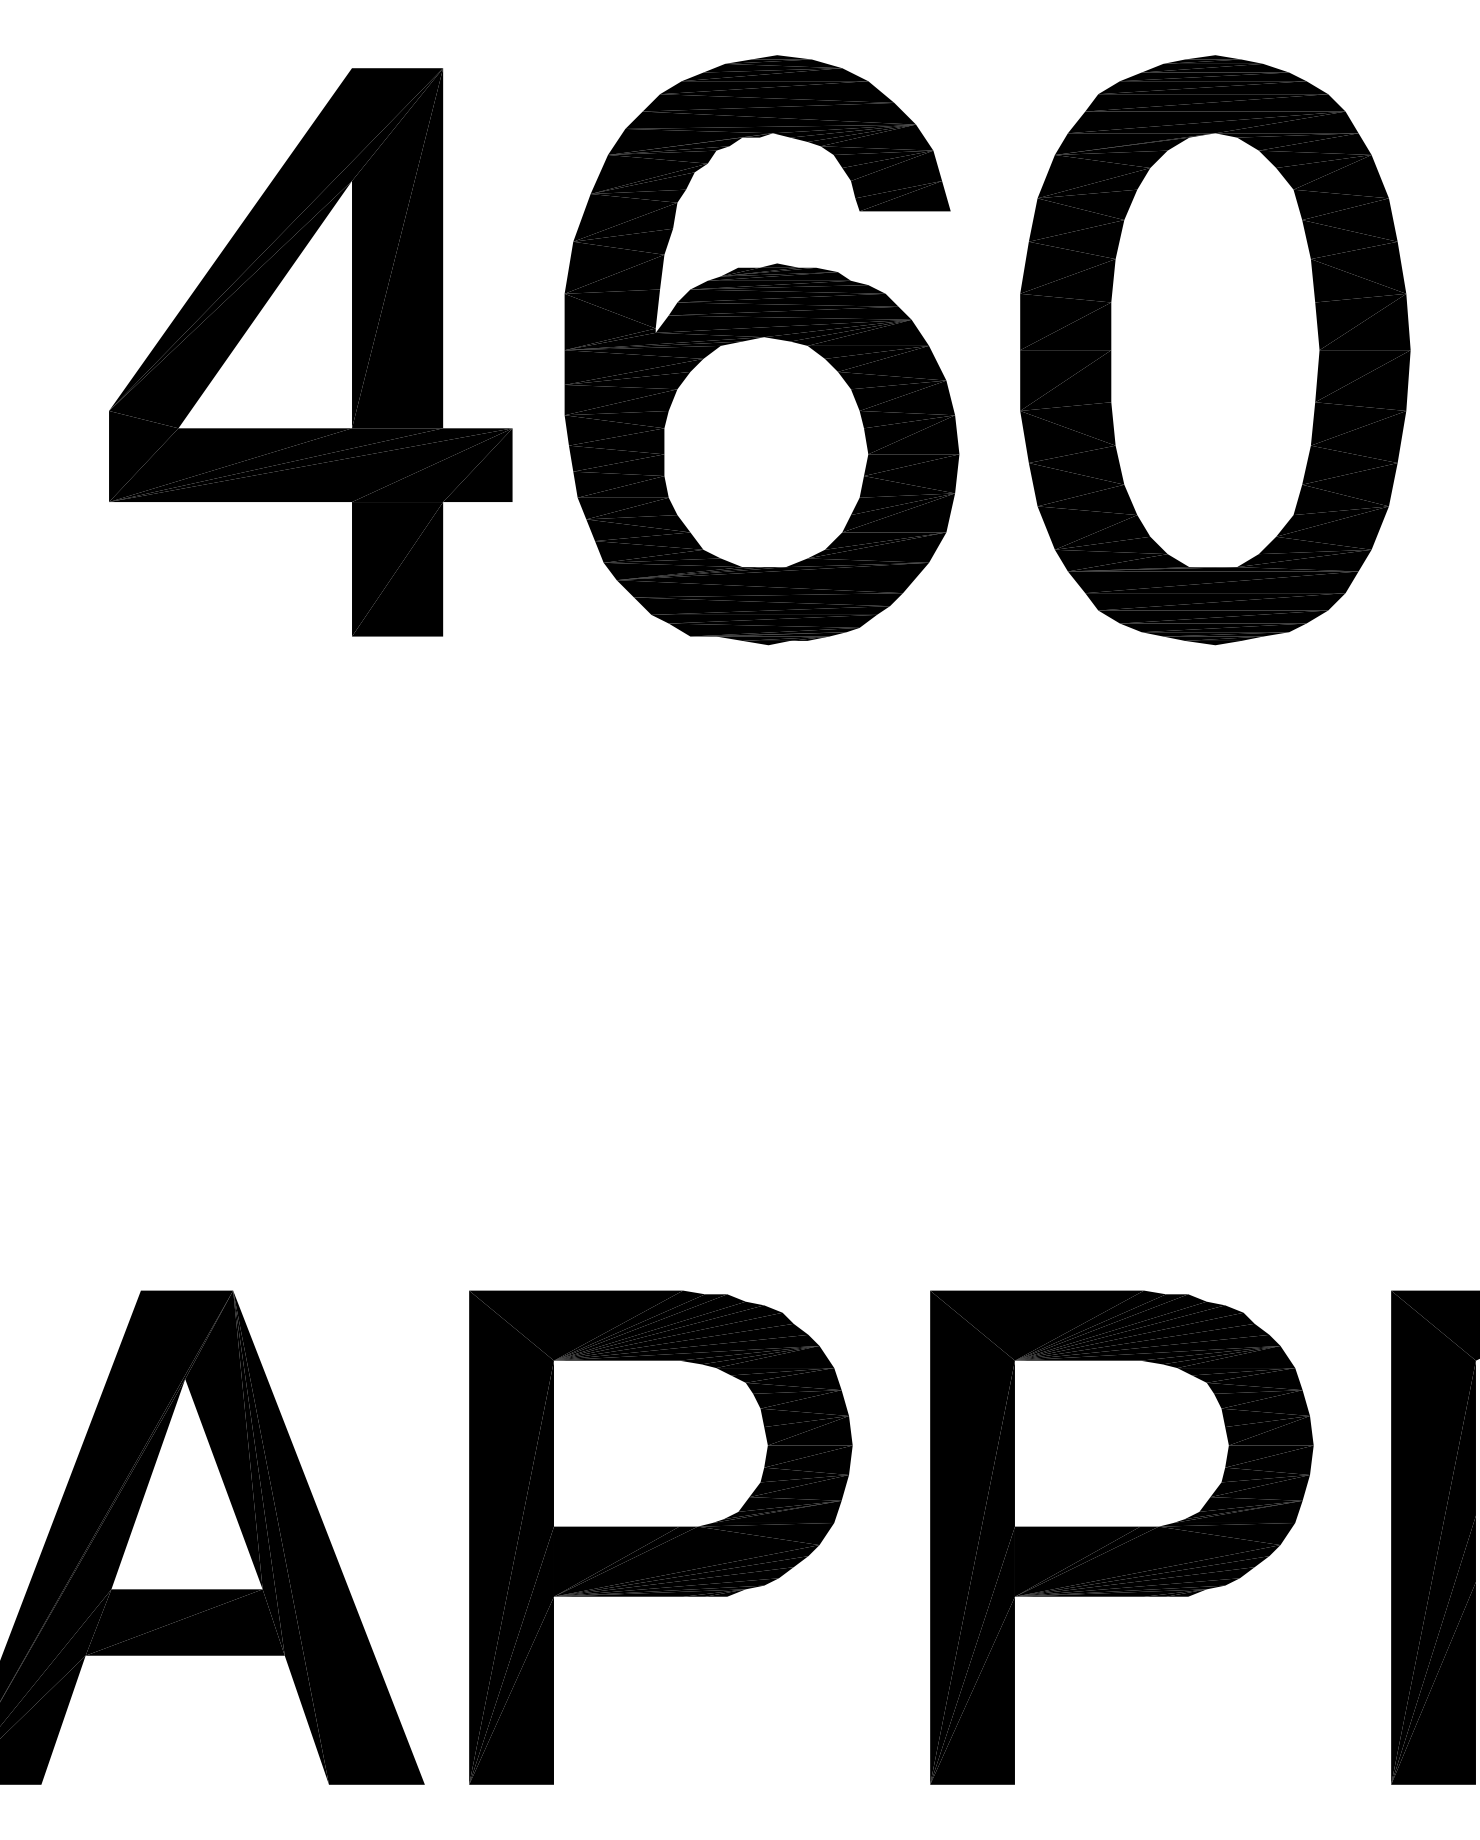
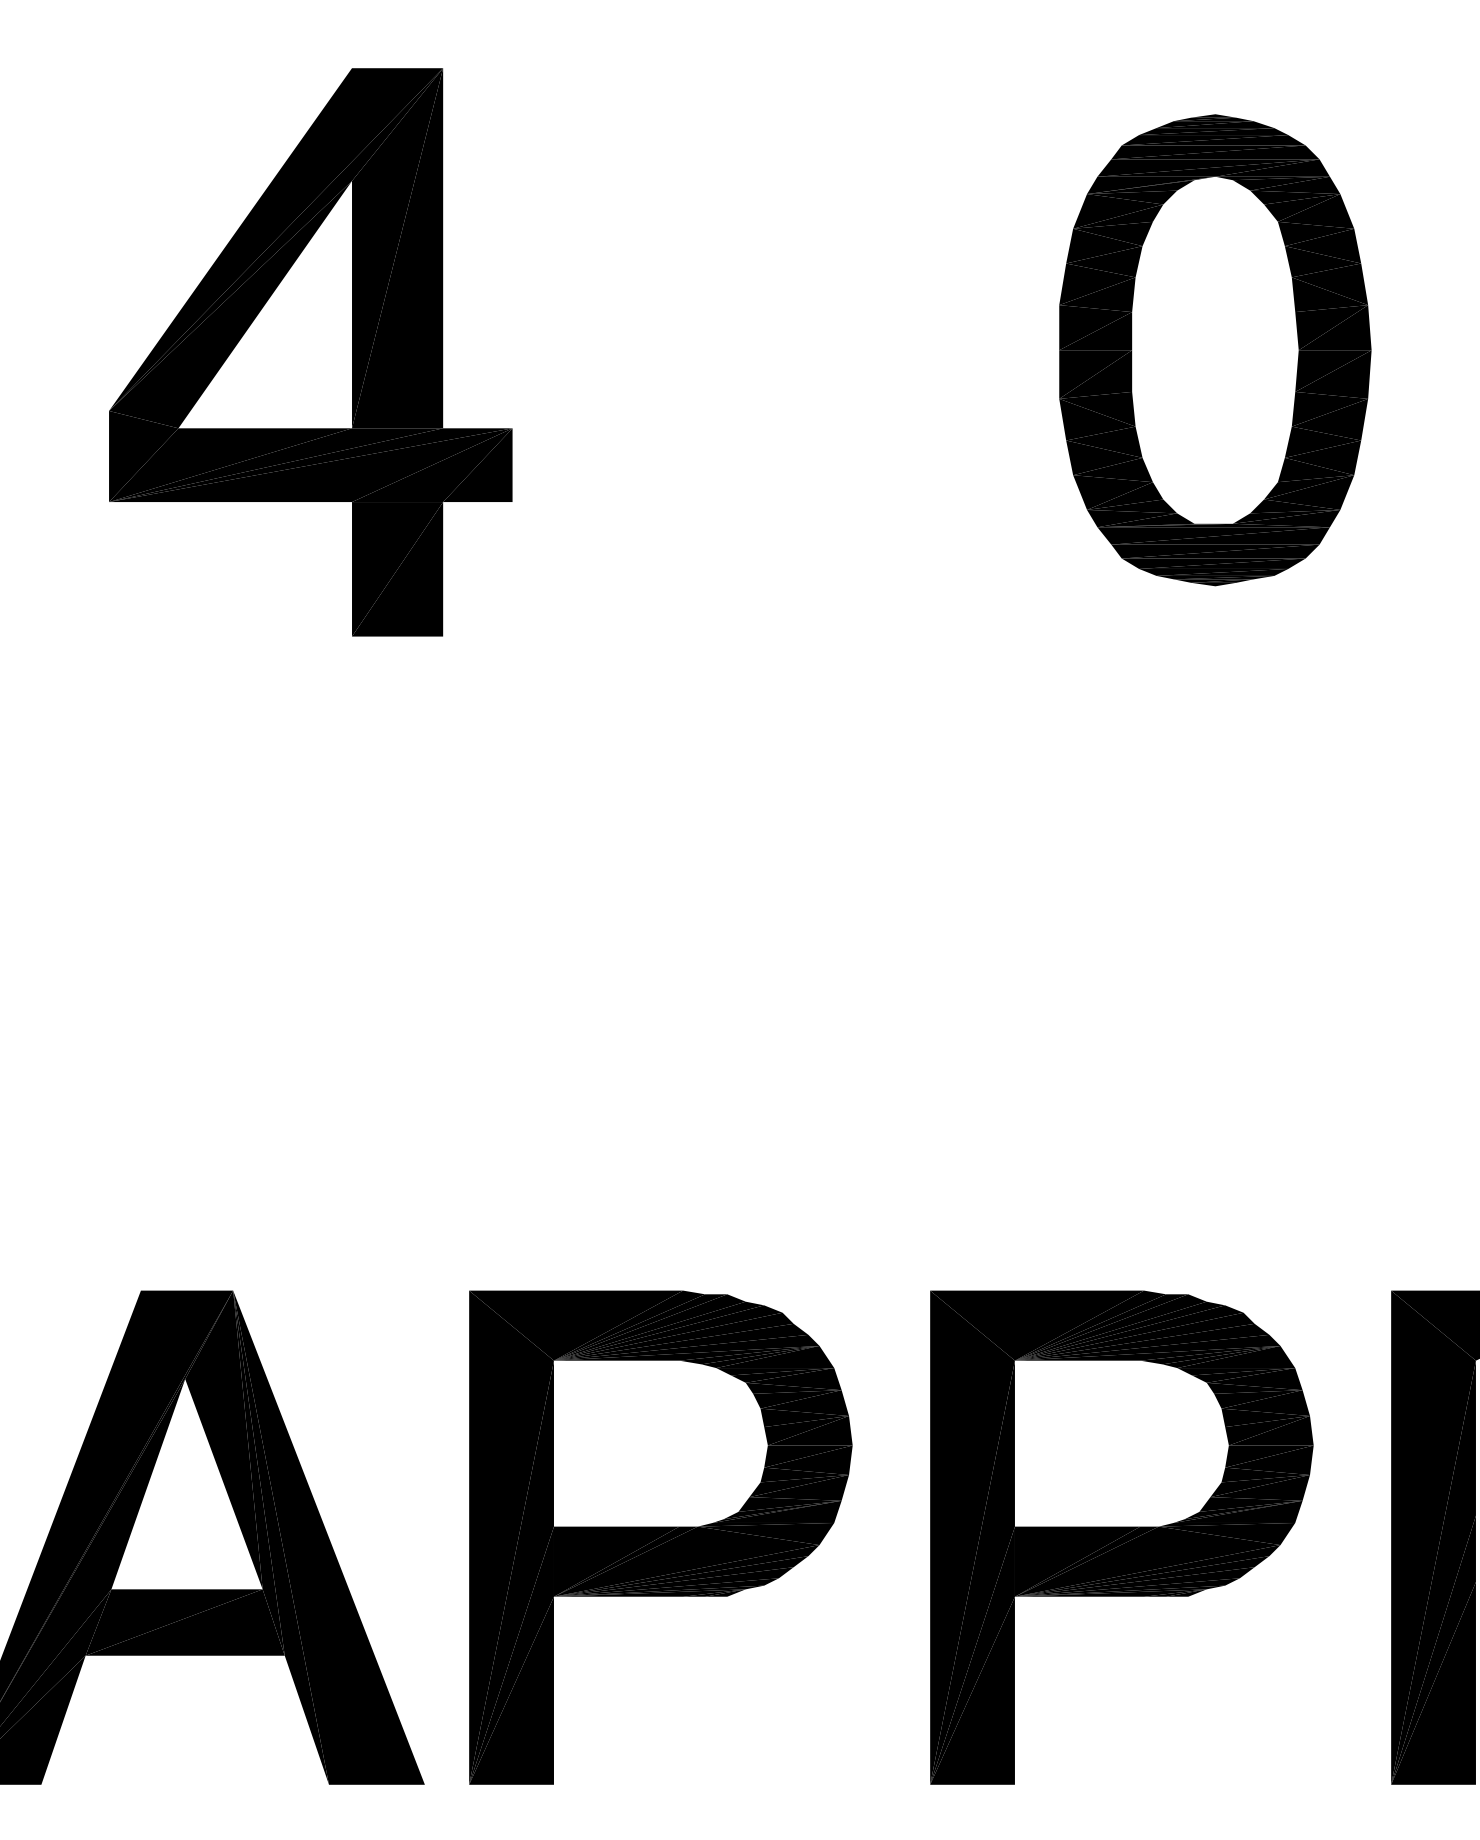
part at (761, 350): present -> none
part at (1215, 350) size: 391x591 px -> 313x473 px
